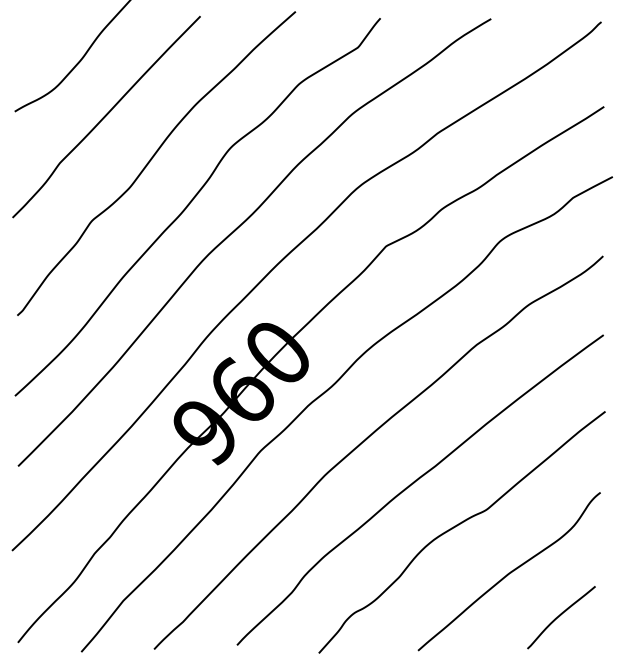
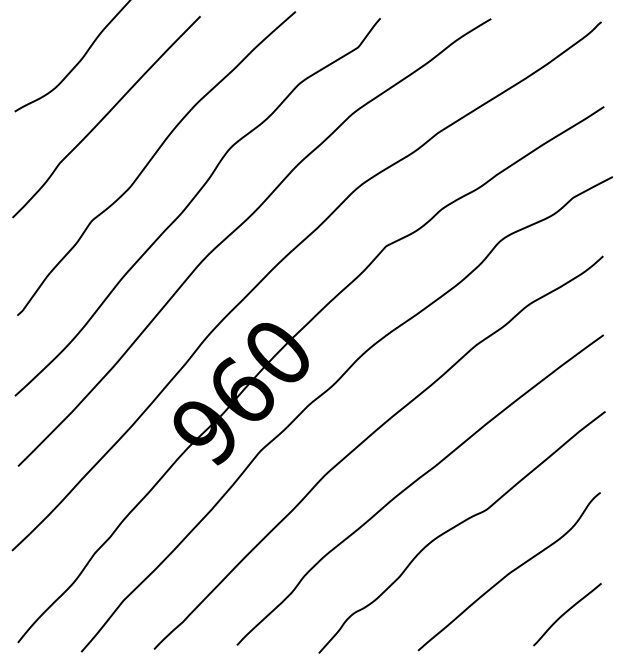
curve at (560, 616) position: (560, 616) -> (566, 613)
